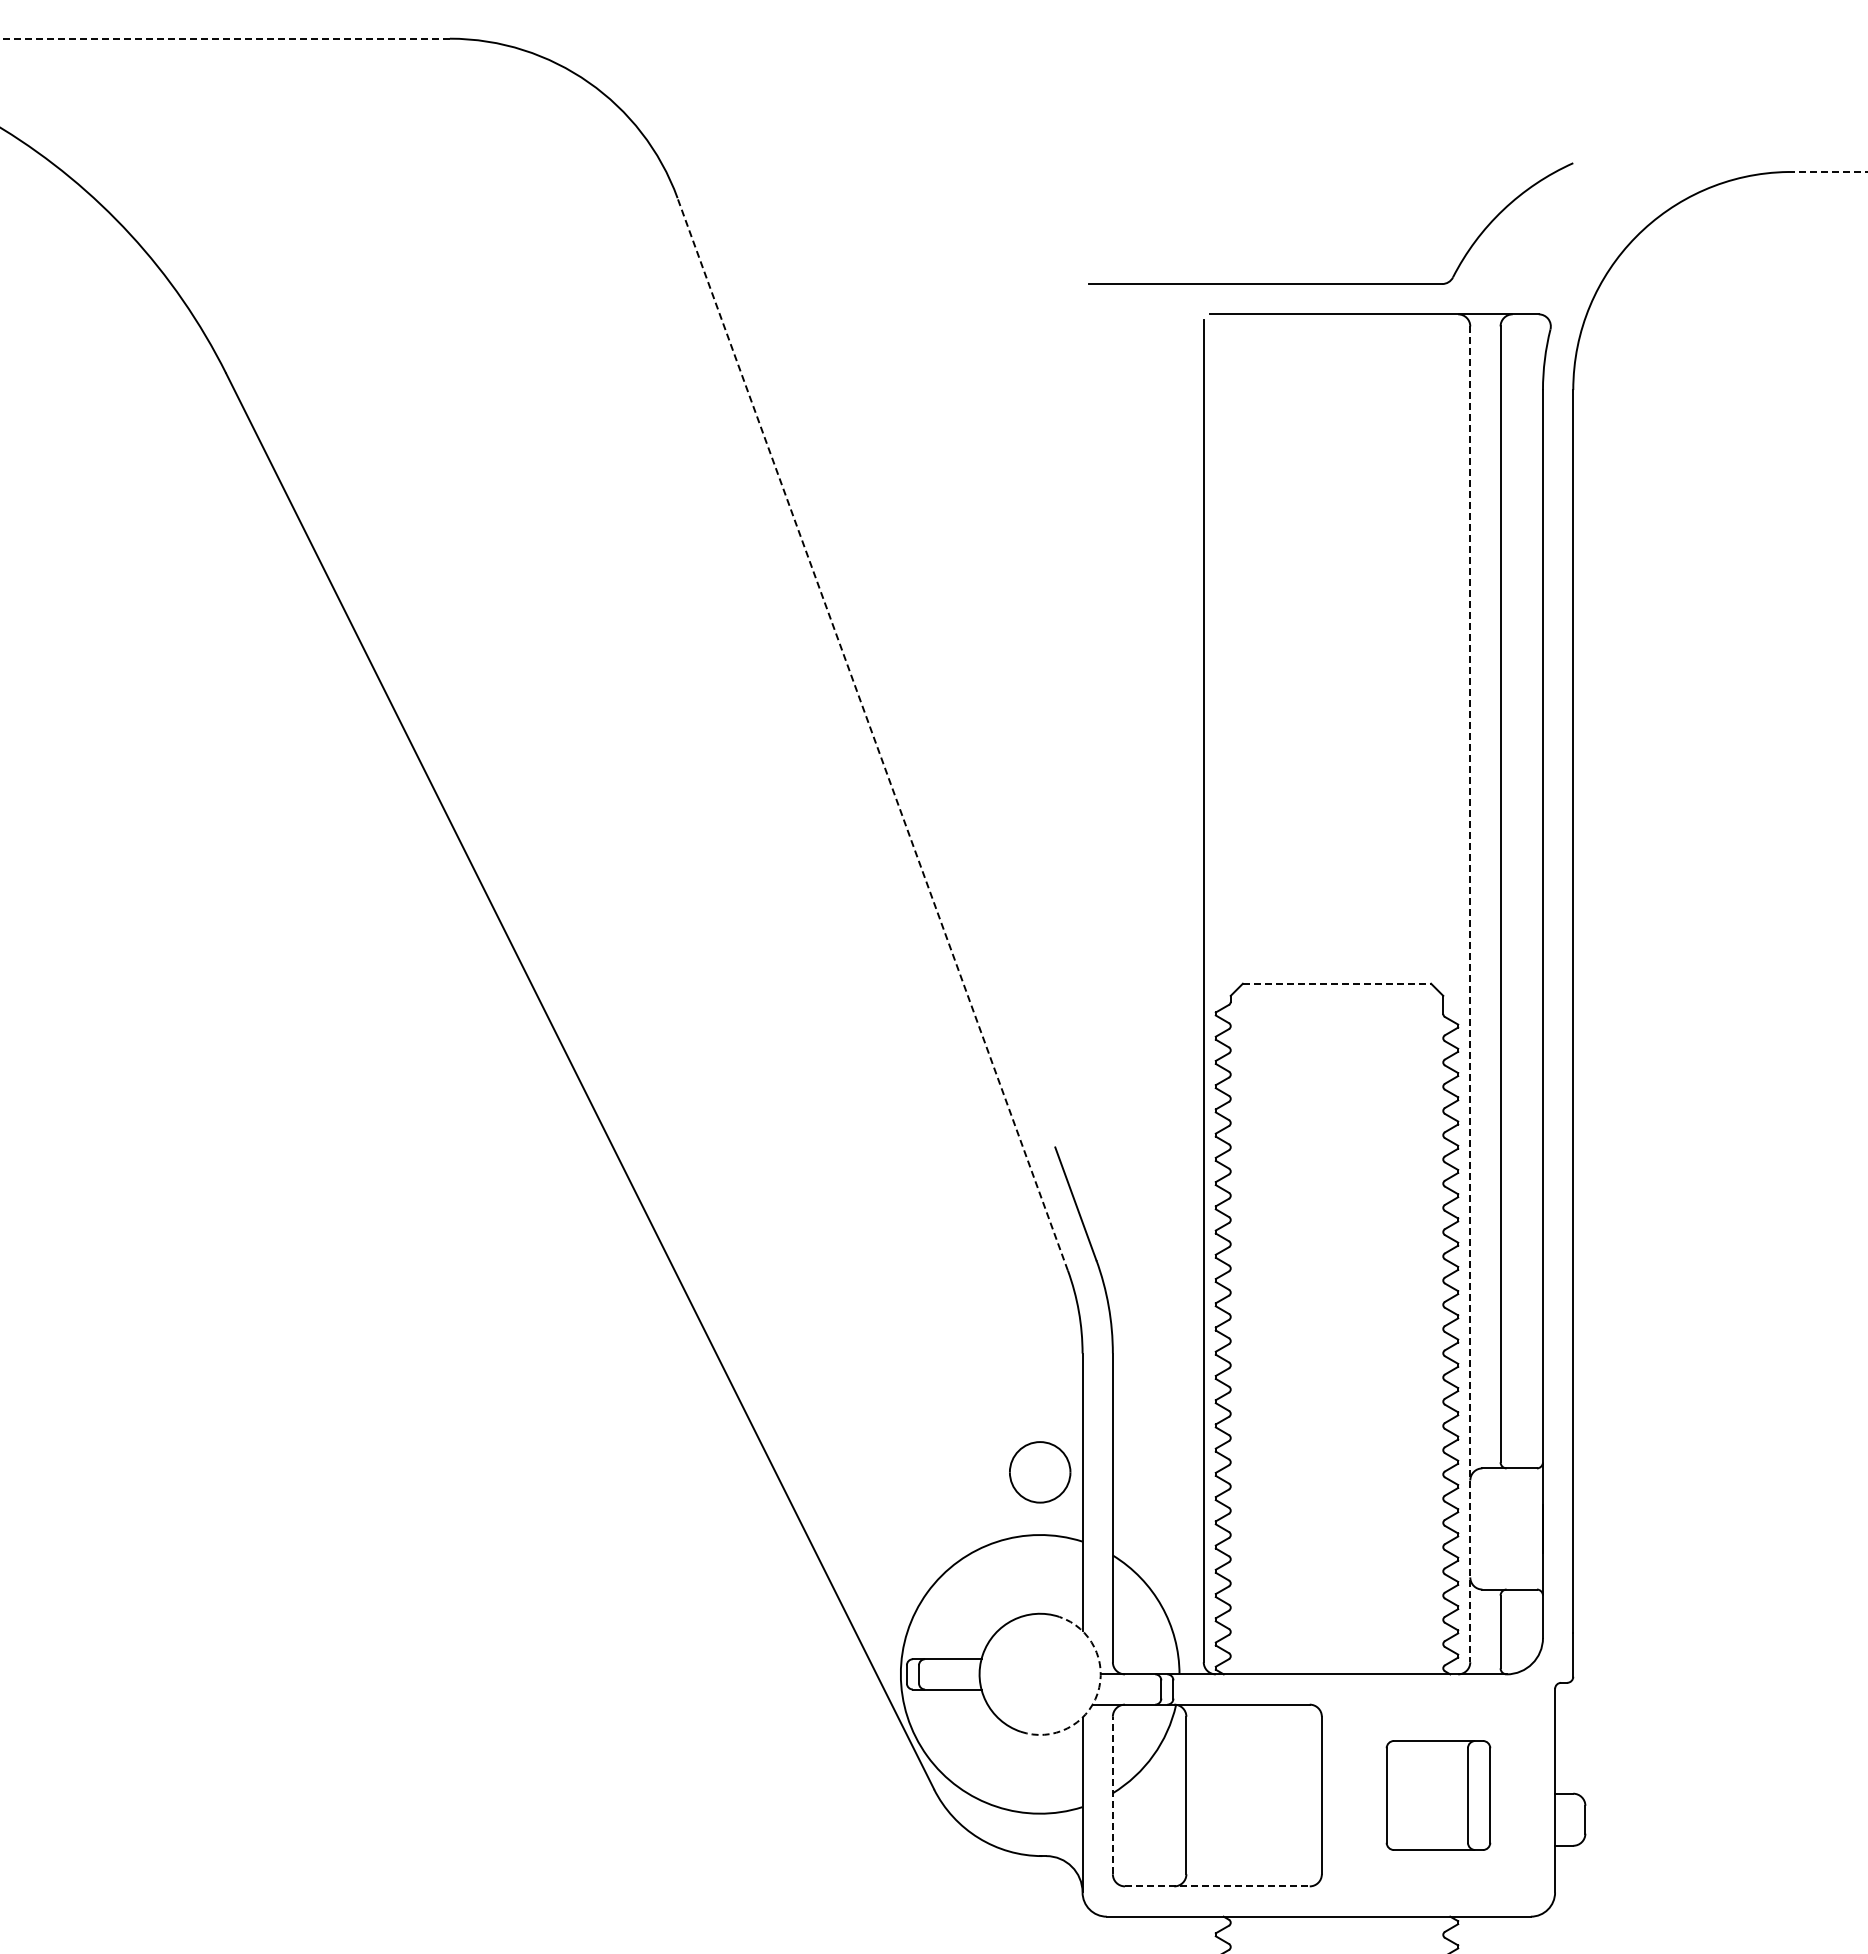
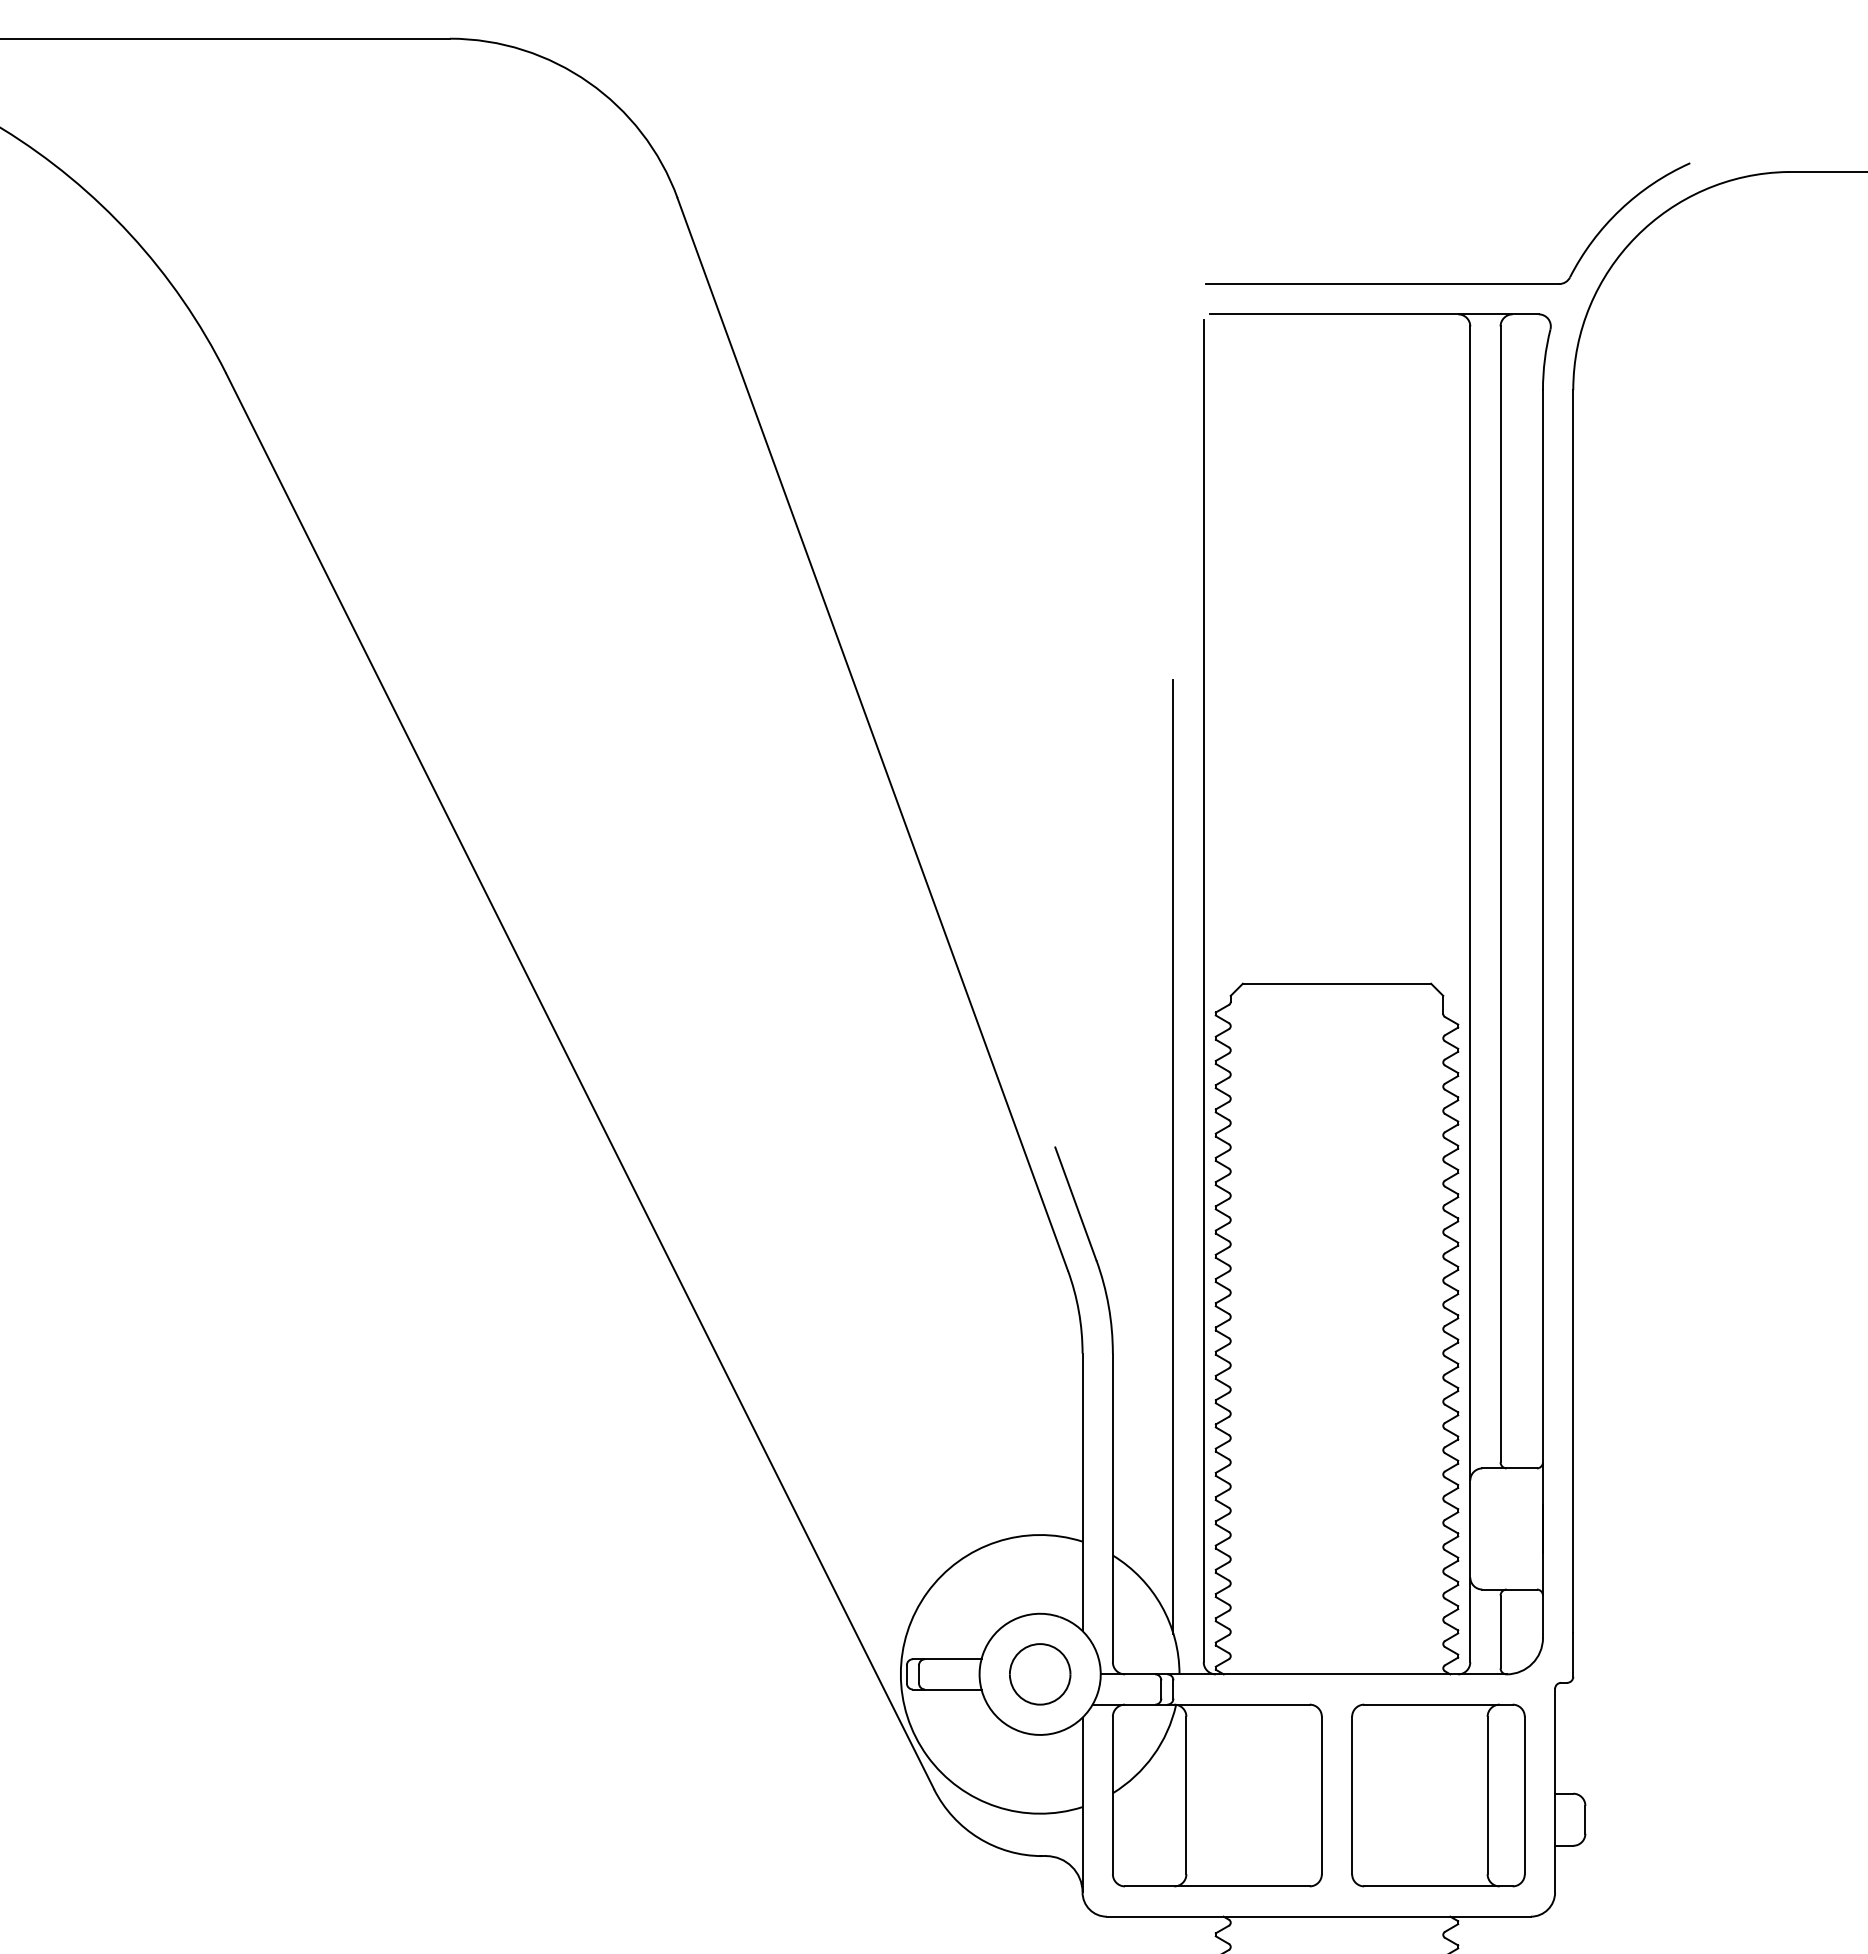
line at (224, 38): dashed -> solid
line at (1828, 171): dashed -> solid
part at (1330, 283) position: (1330, 283) -> (1447, 283)
line at (872, 734): dashed -> solid
line at (1337, 983): dashed -> solid
line at (1470, 994): dashed -> solid
line at (1173, 1156): none -> present
part at (1040, 1472) position: (1040, 1472) -> (1040, 1674)
arc at (1097, 1693): dashed -> solid
line at (1112, 1795): dashed -> solid
part at (1438, 1795) size: 107x111 px -> 175x185 px
line at (1217, 1886): dashed -> solid
